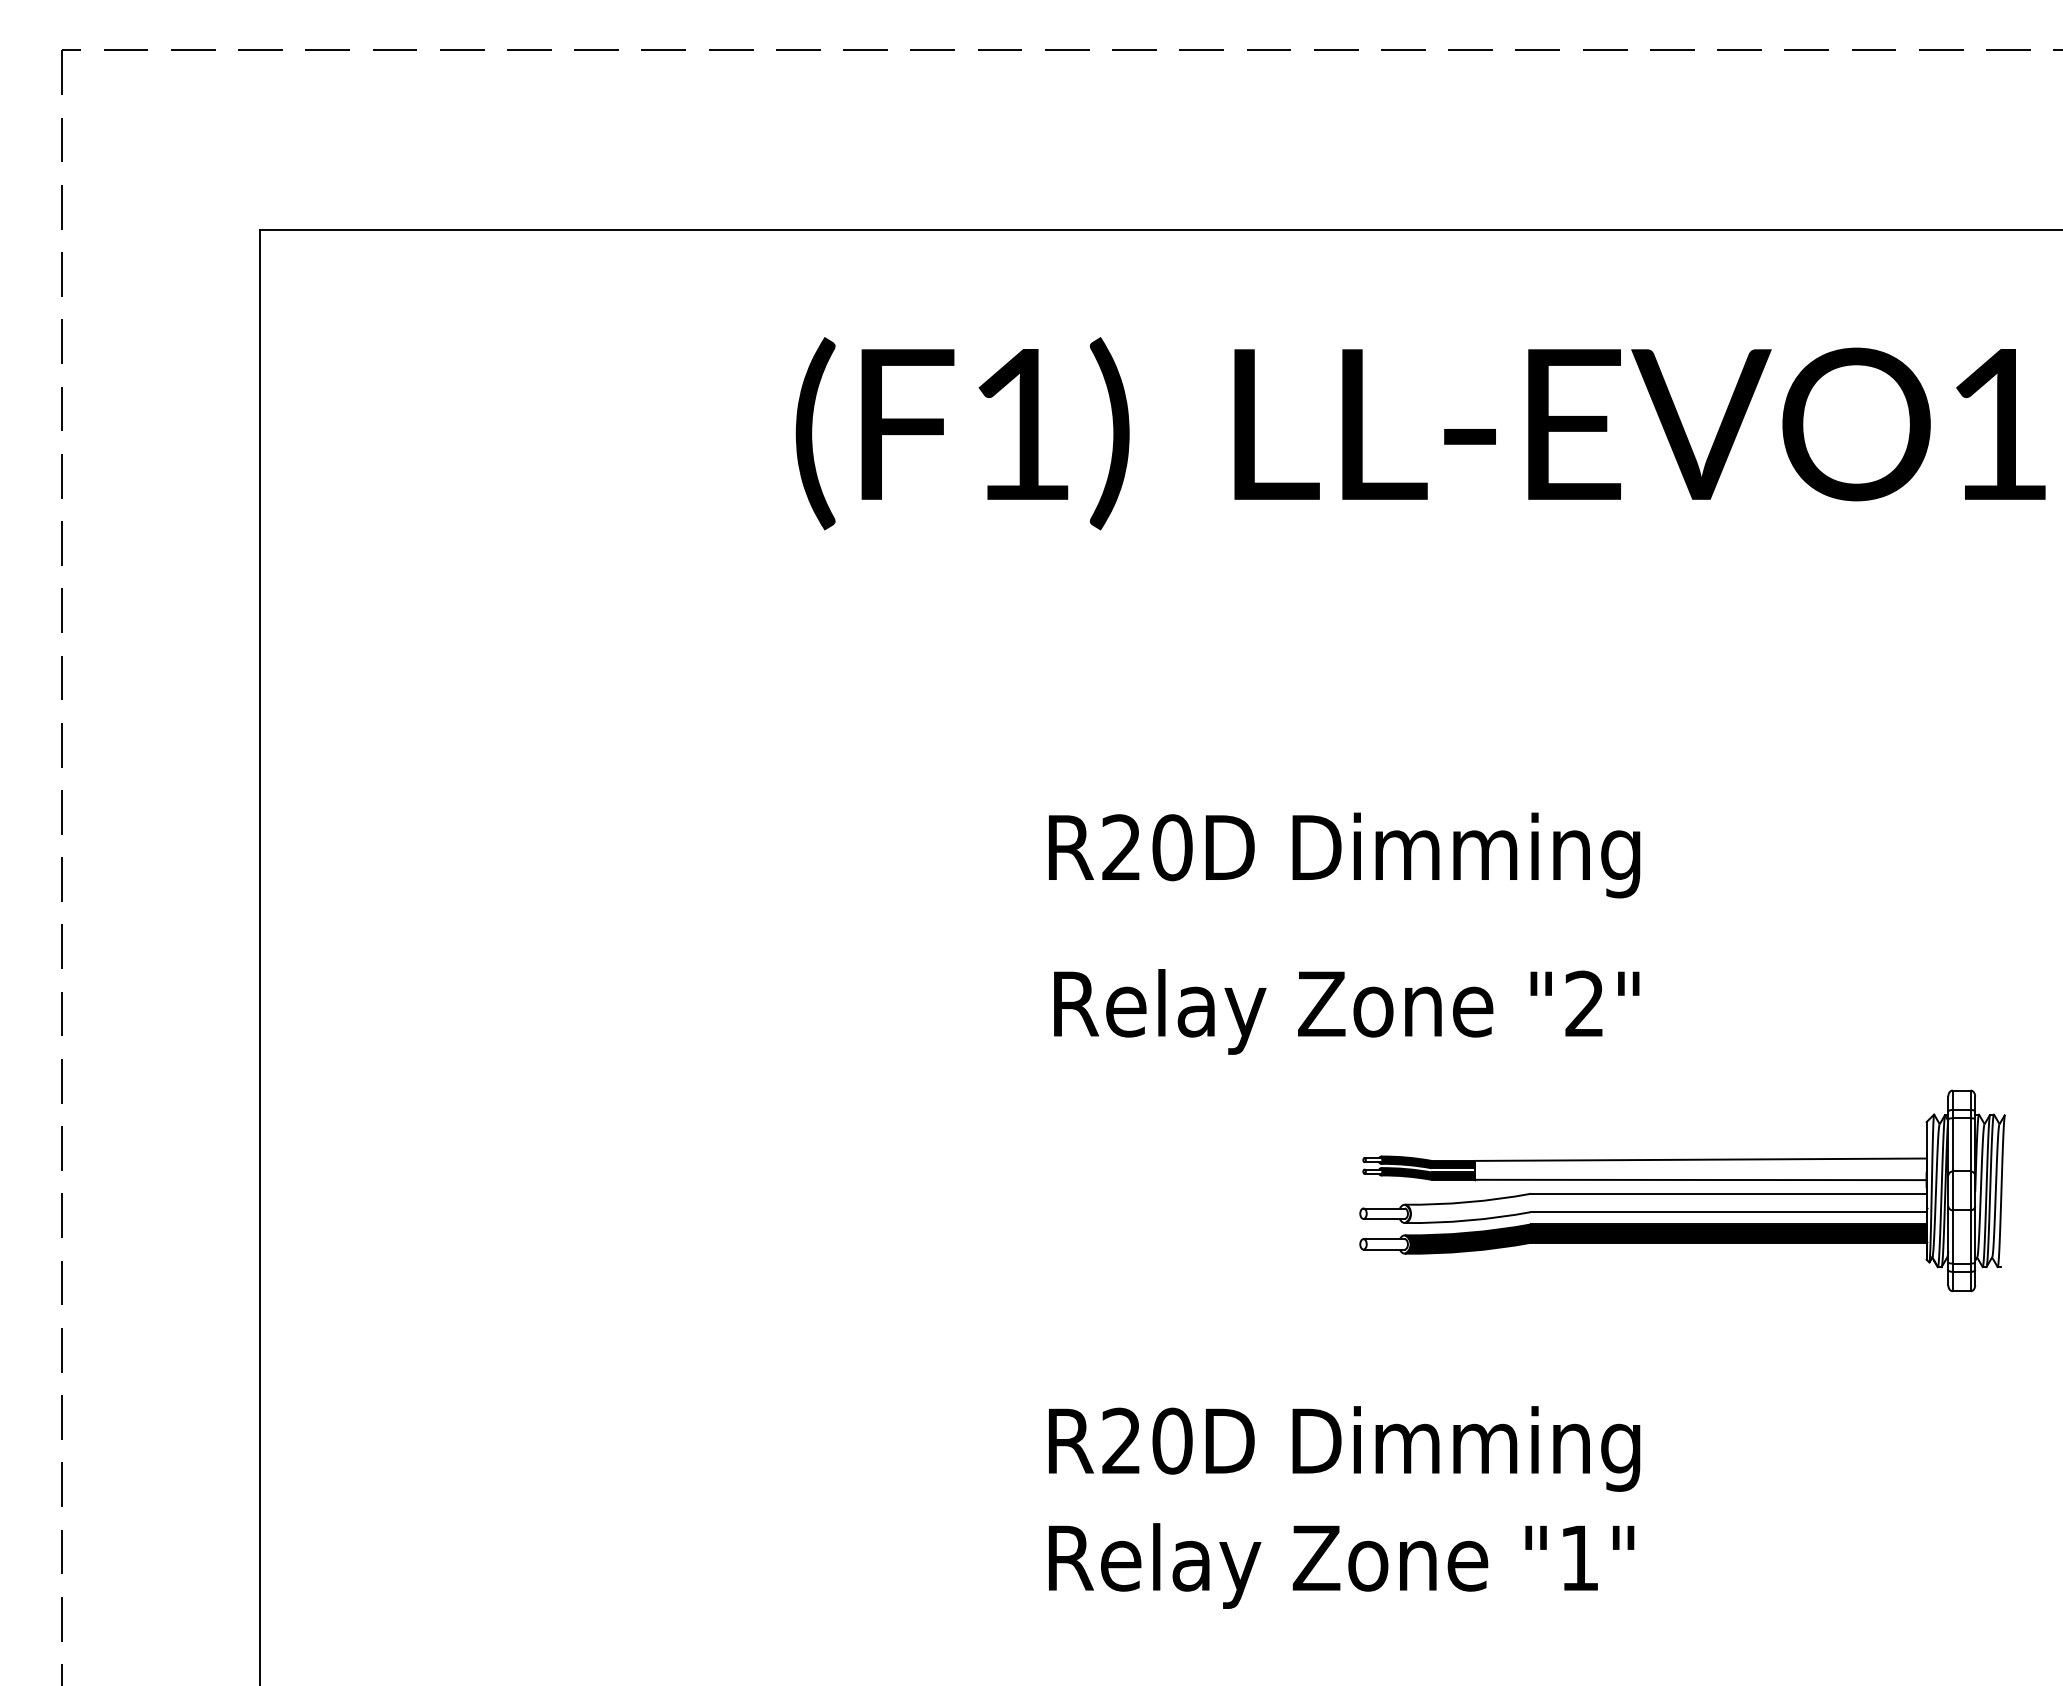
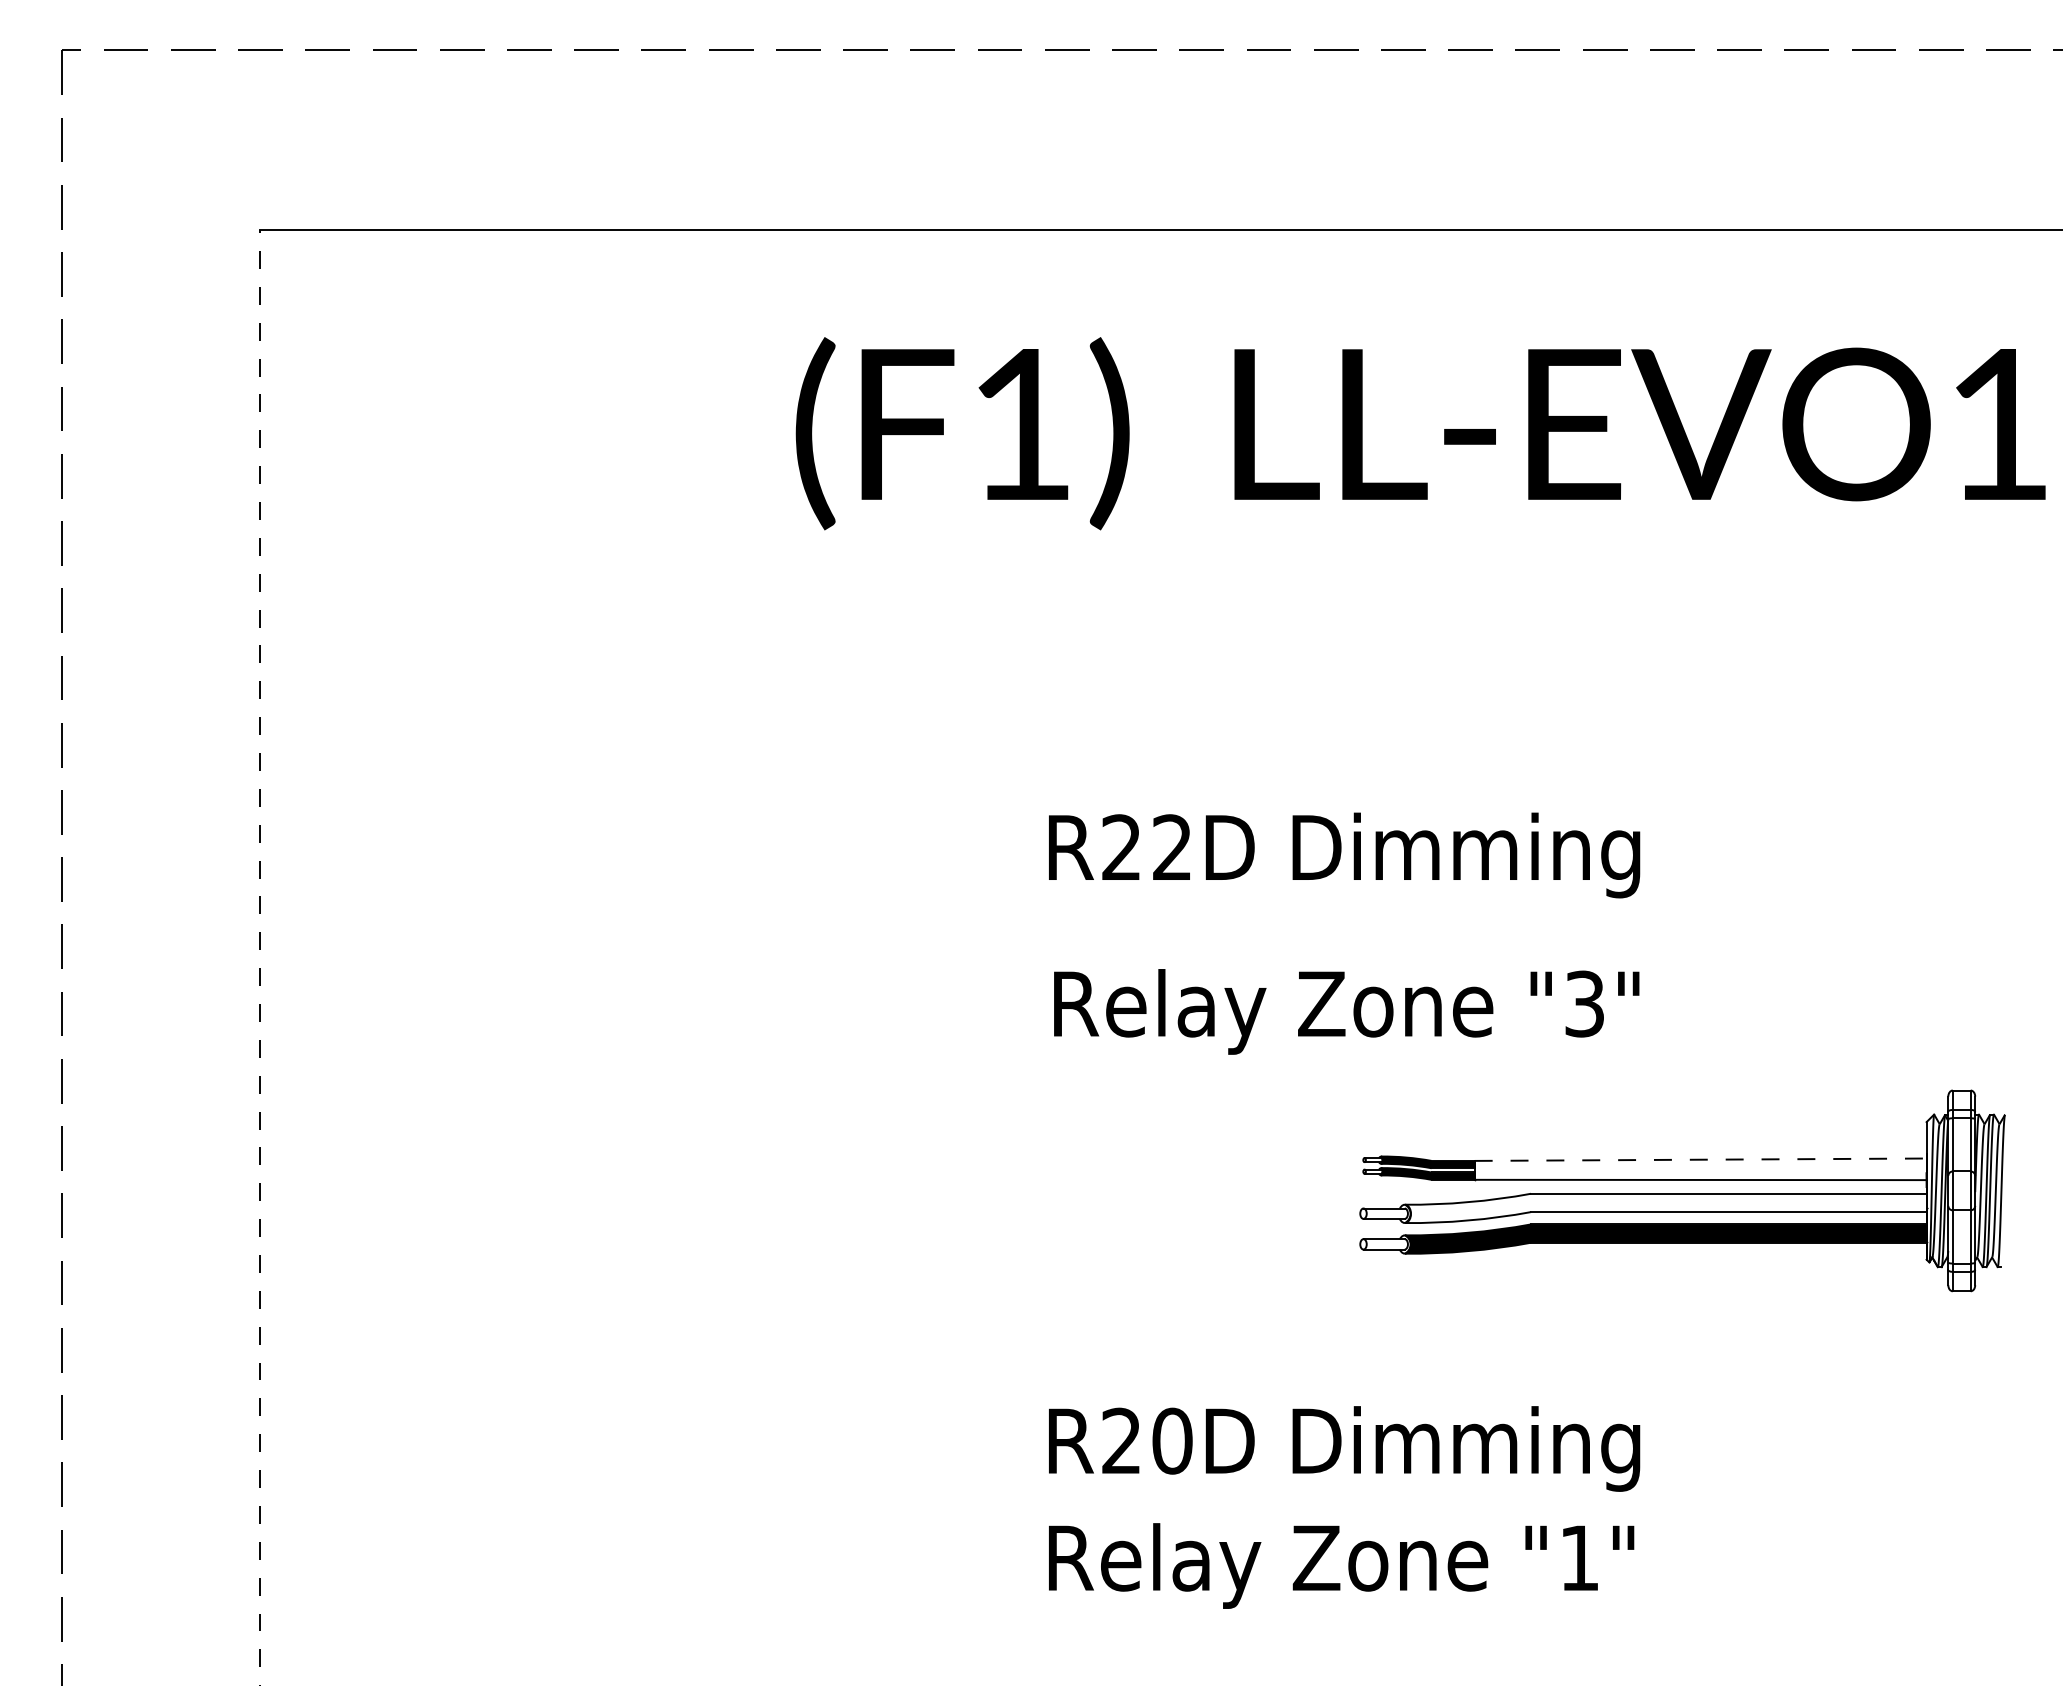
text at (1172, 847): R20D -> R22D
line at (259, 957): solid -> dashed
text at (1584, 1003): "2" -> "3"
line at (1700, 1159): solid -> dashed
